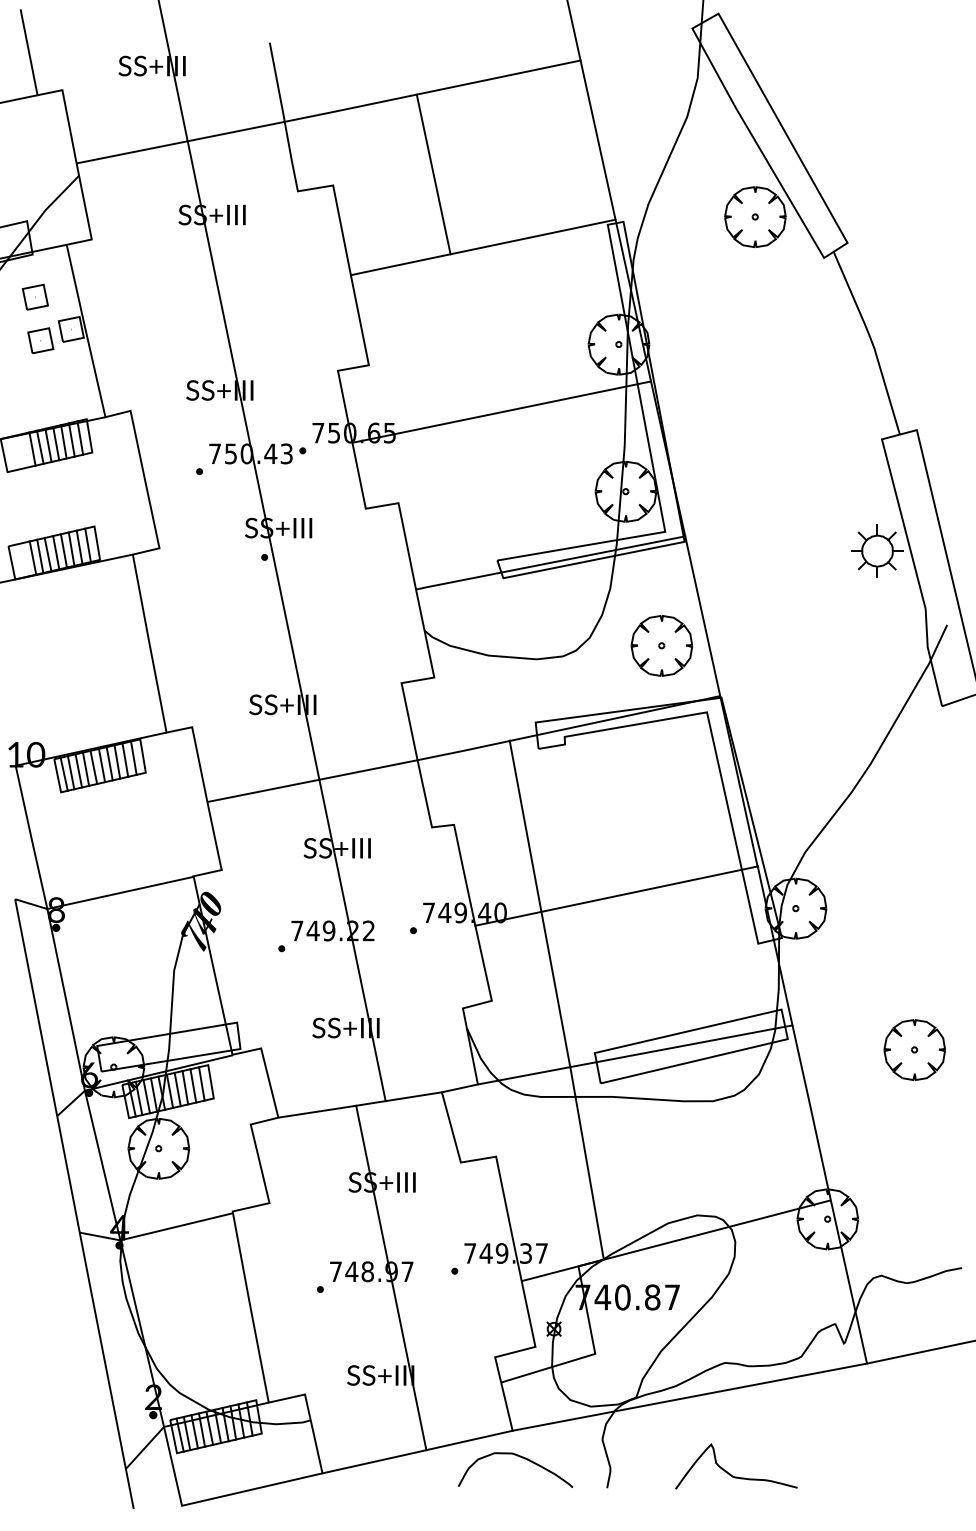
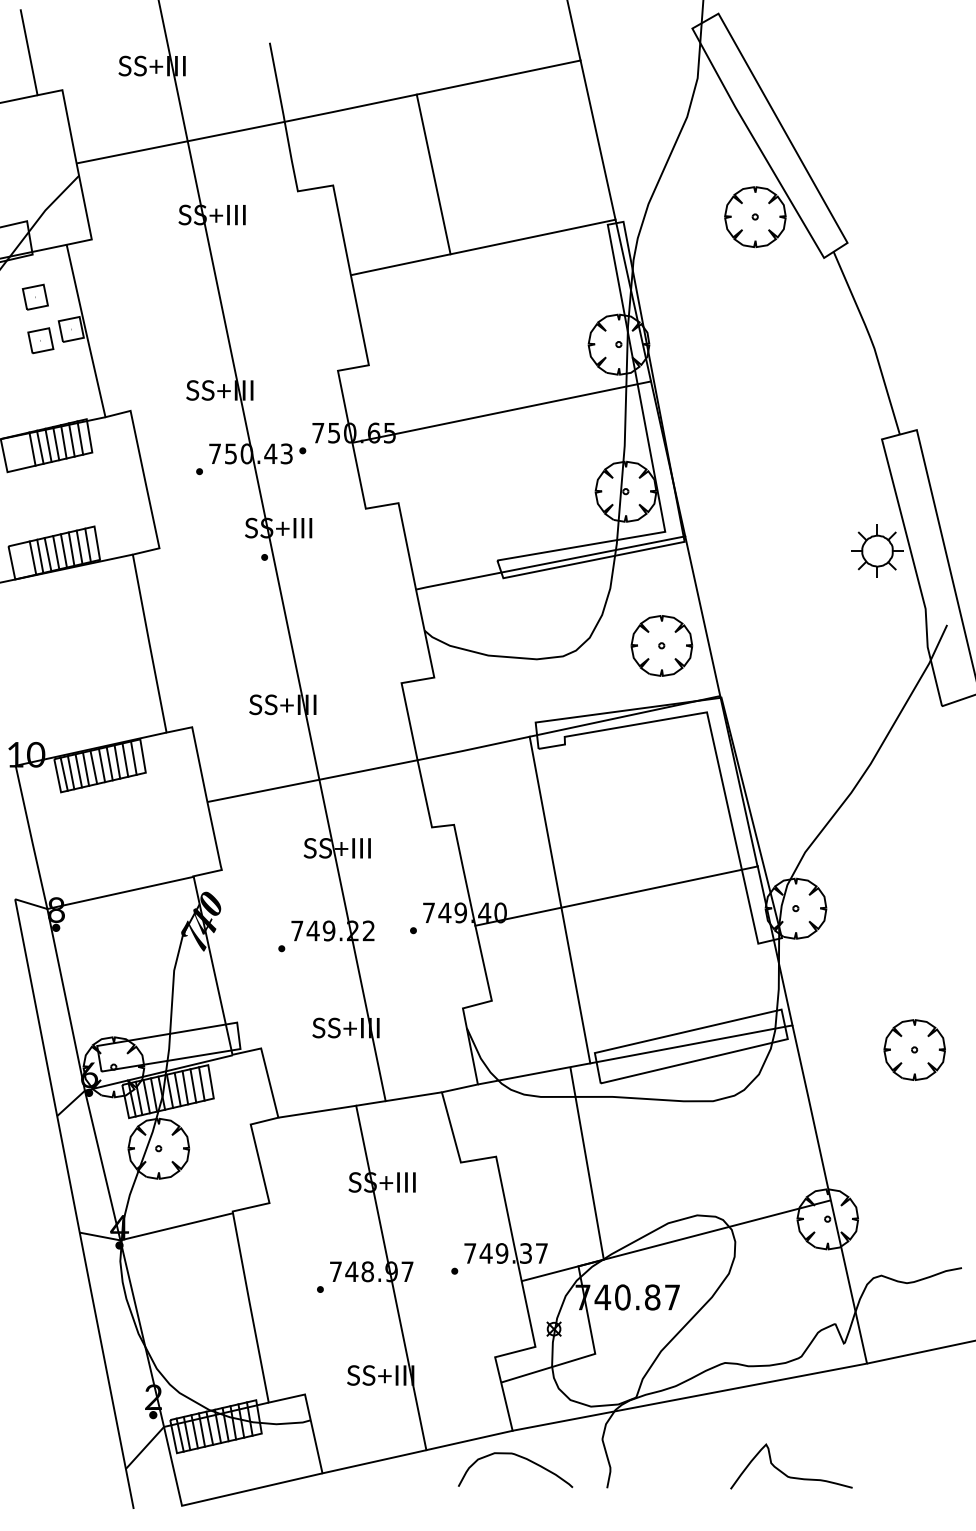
line at (539, 903) position: (539, 903) -> (559, 899)
curve at (730, 1473) position: (730, 1473) -> (785, 1473)
